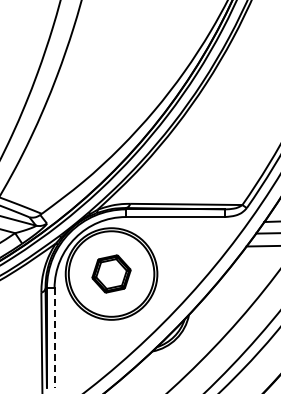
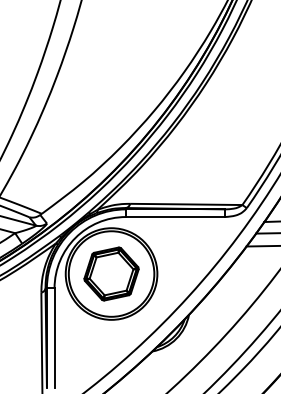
part at (111, 273) size: 41x40 px -> 57x56 px
line at (54, 338): dashed -> solid
